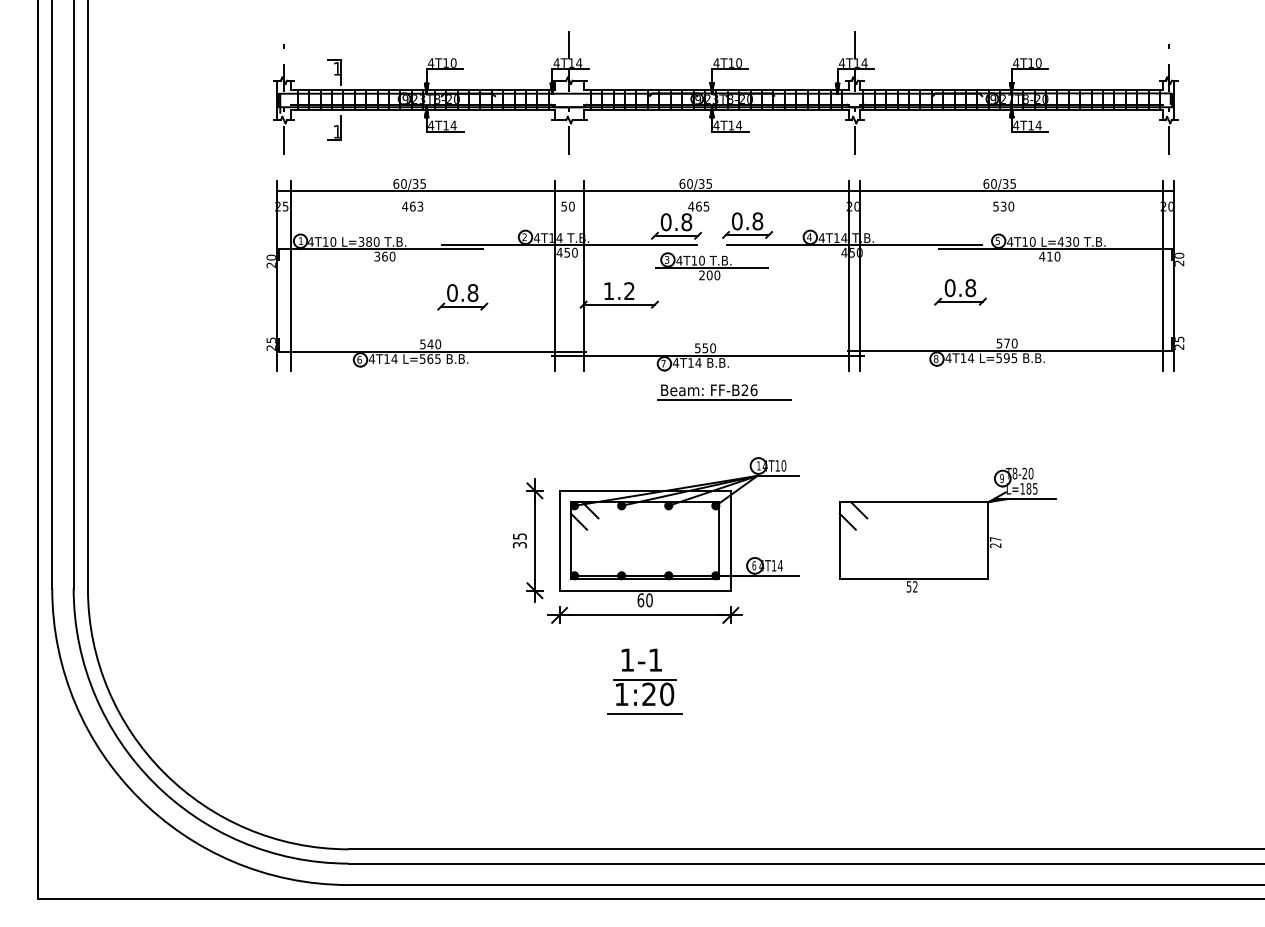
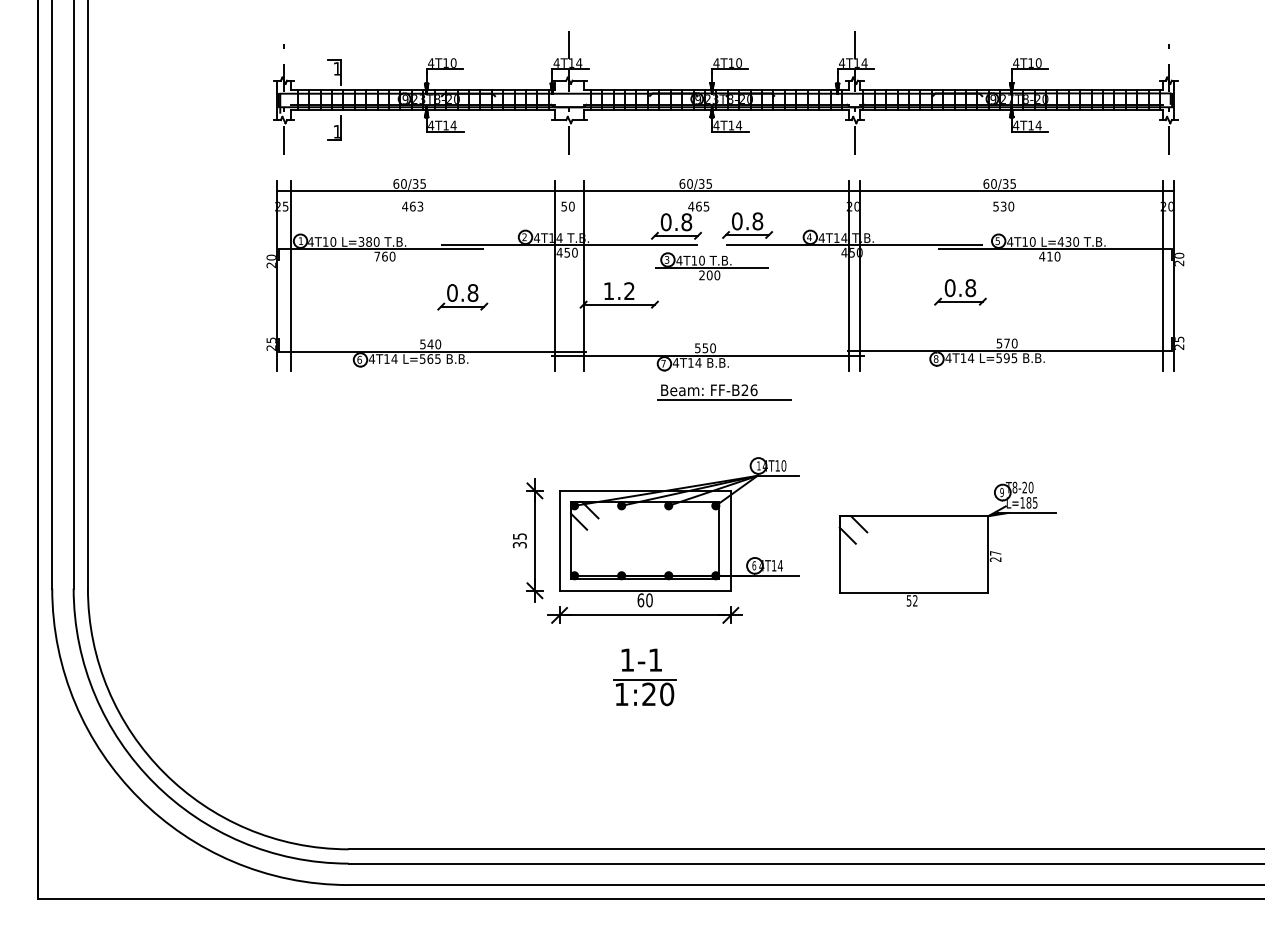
text at (377, 256): 360 -> 760
part at (947, 529) position: (947, 529) -> (947, 543)
line at (645, 714): present -> none
